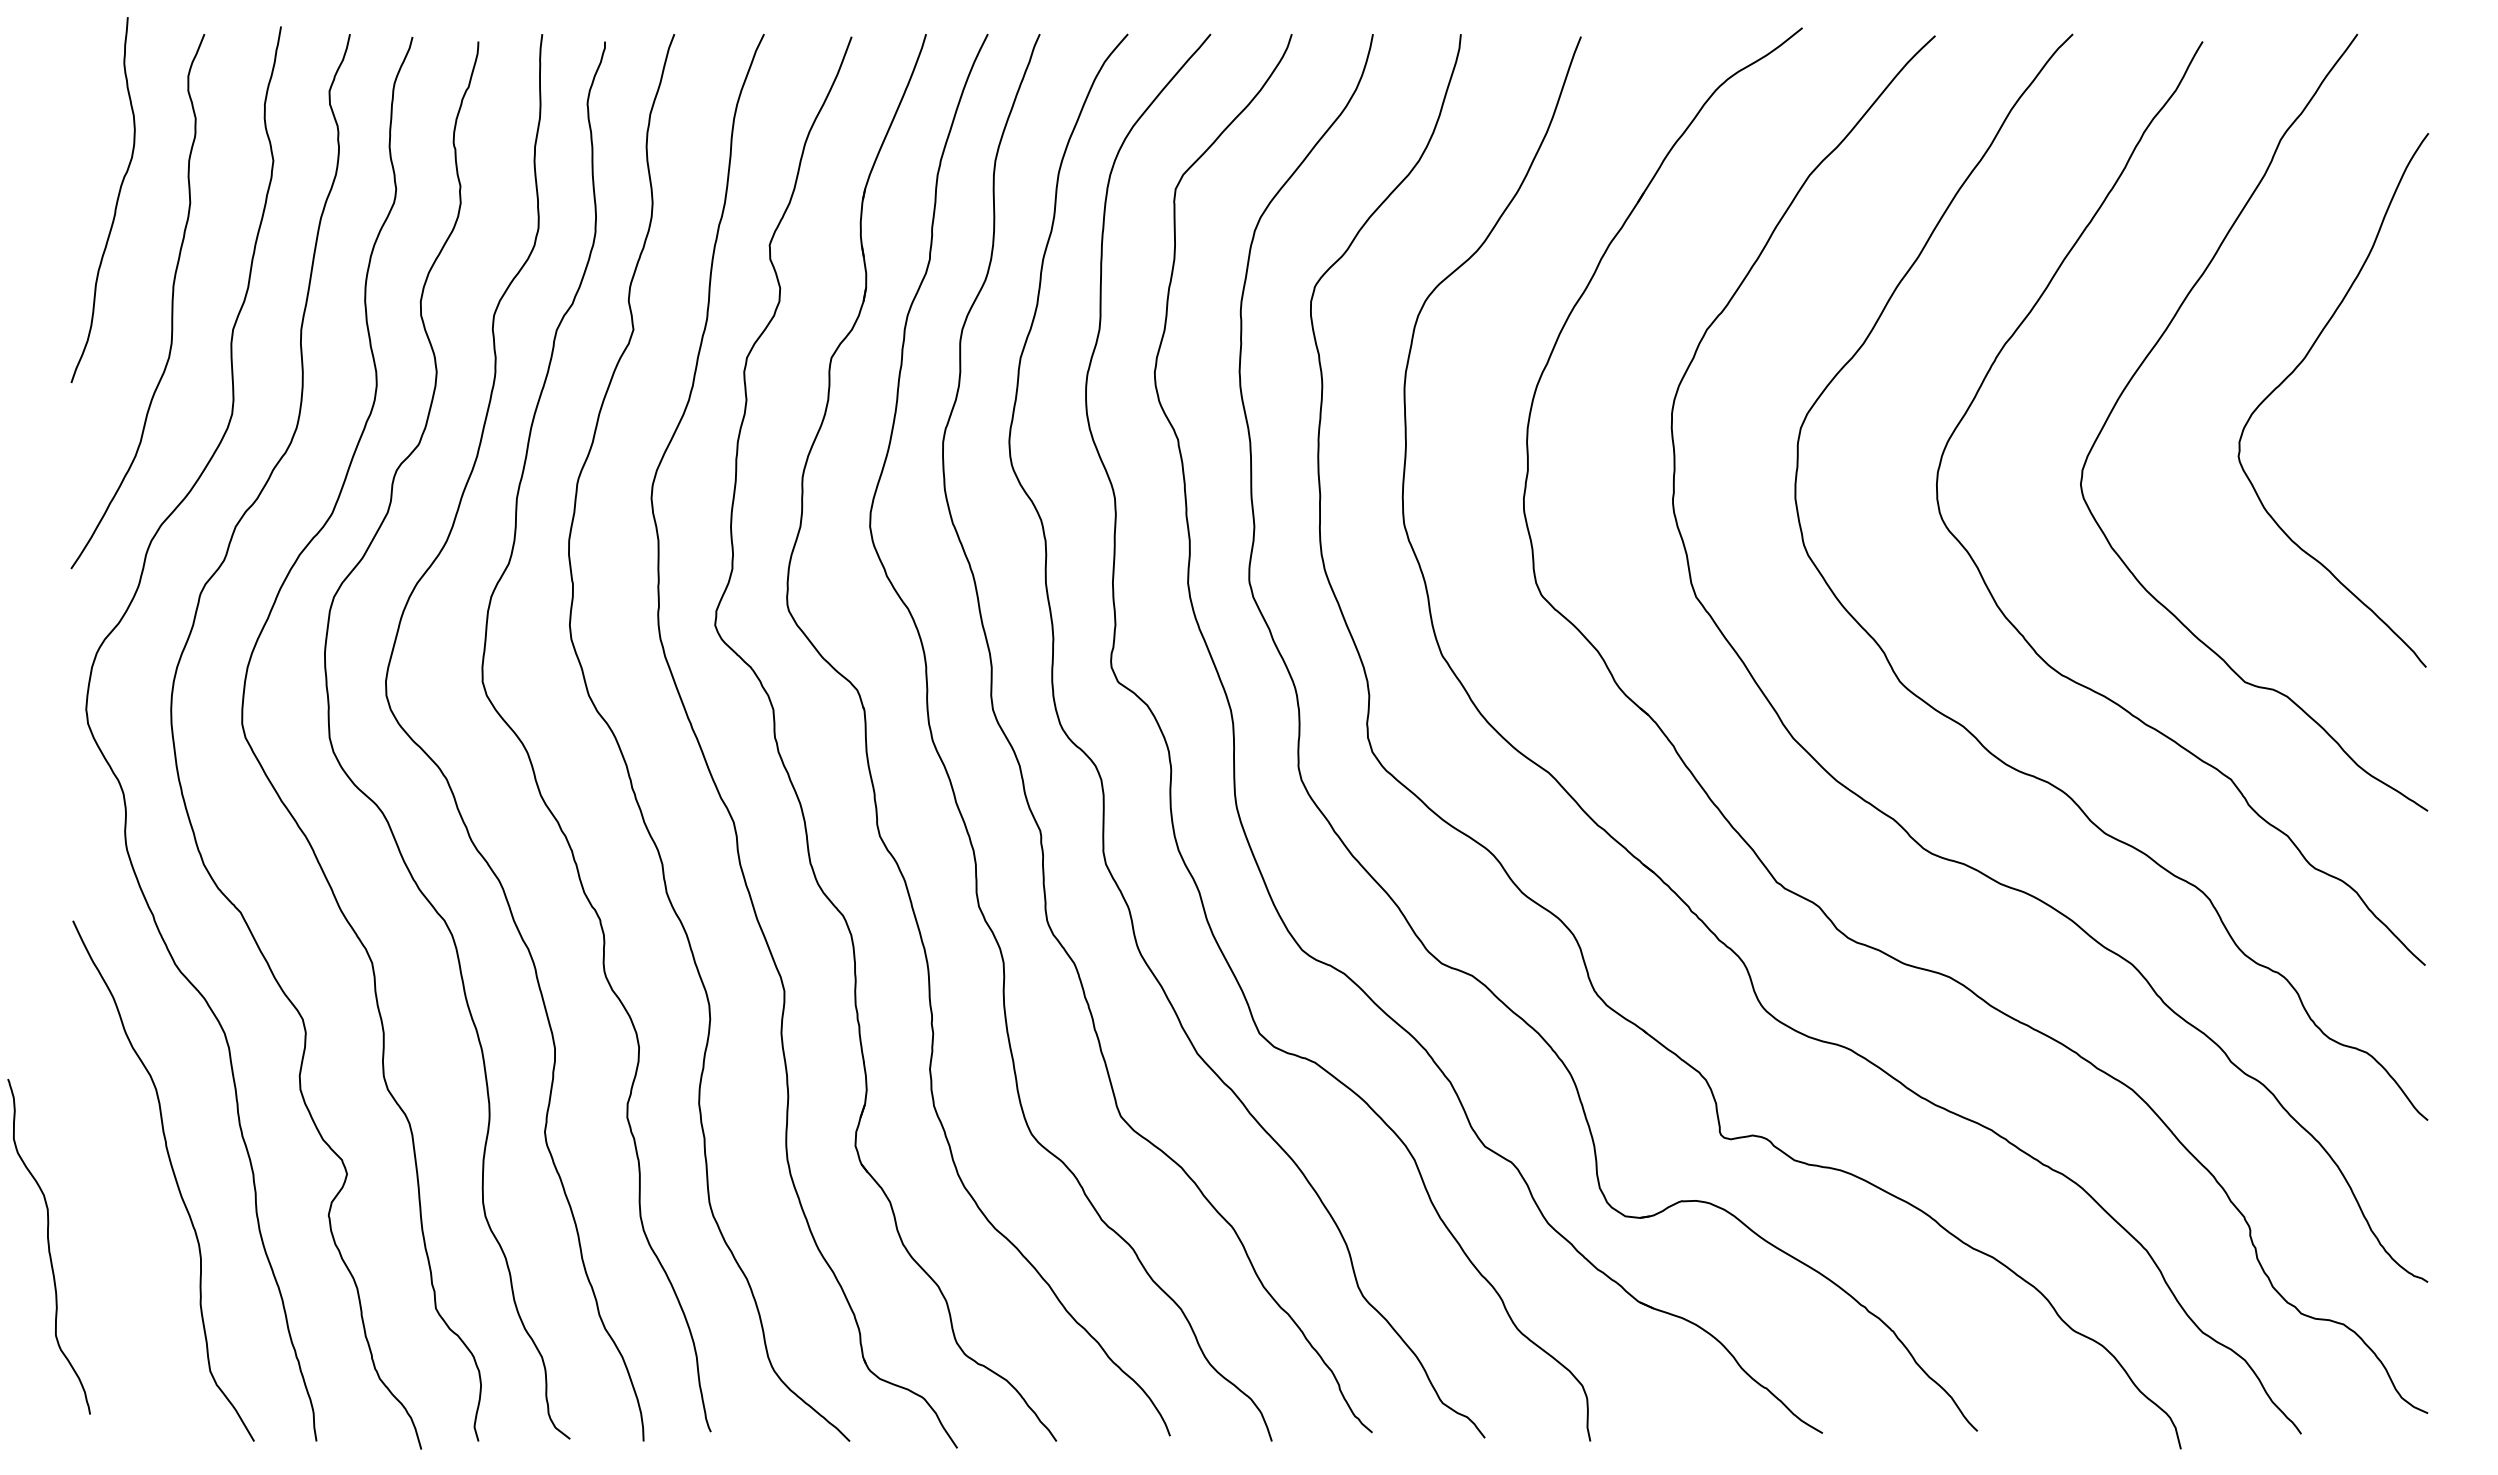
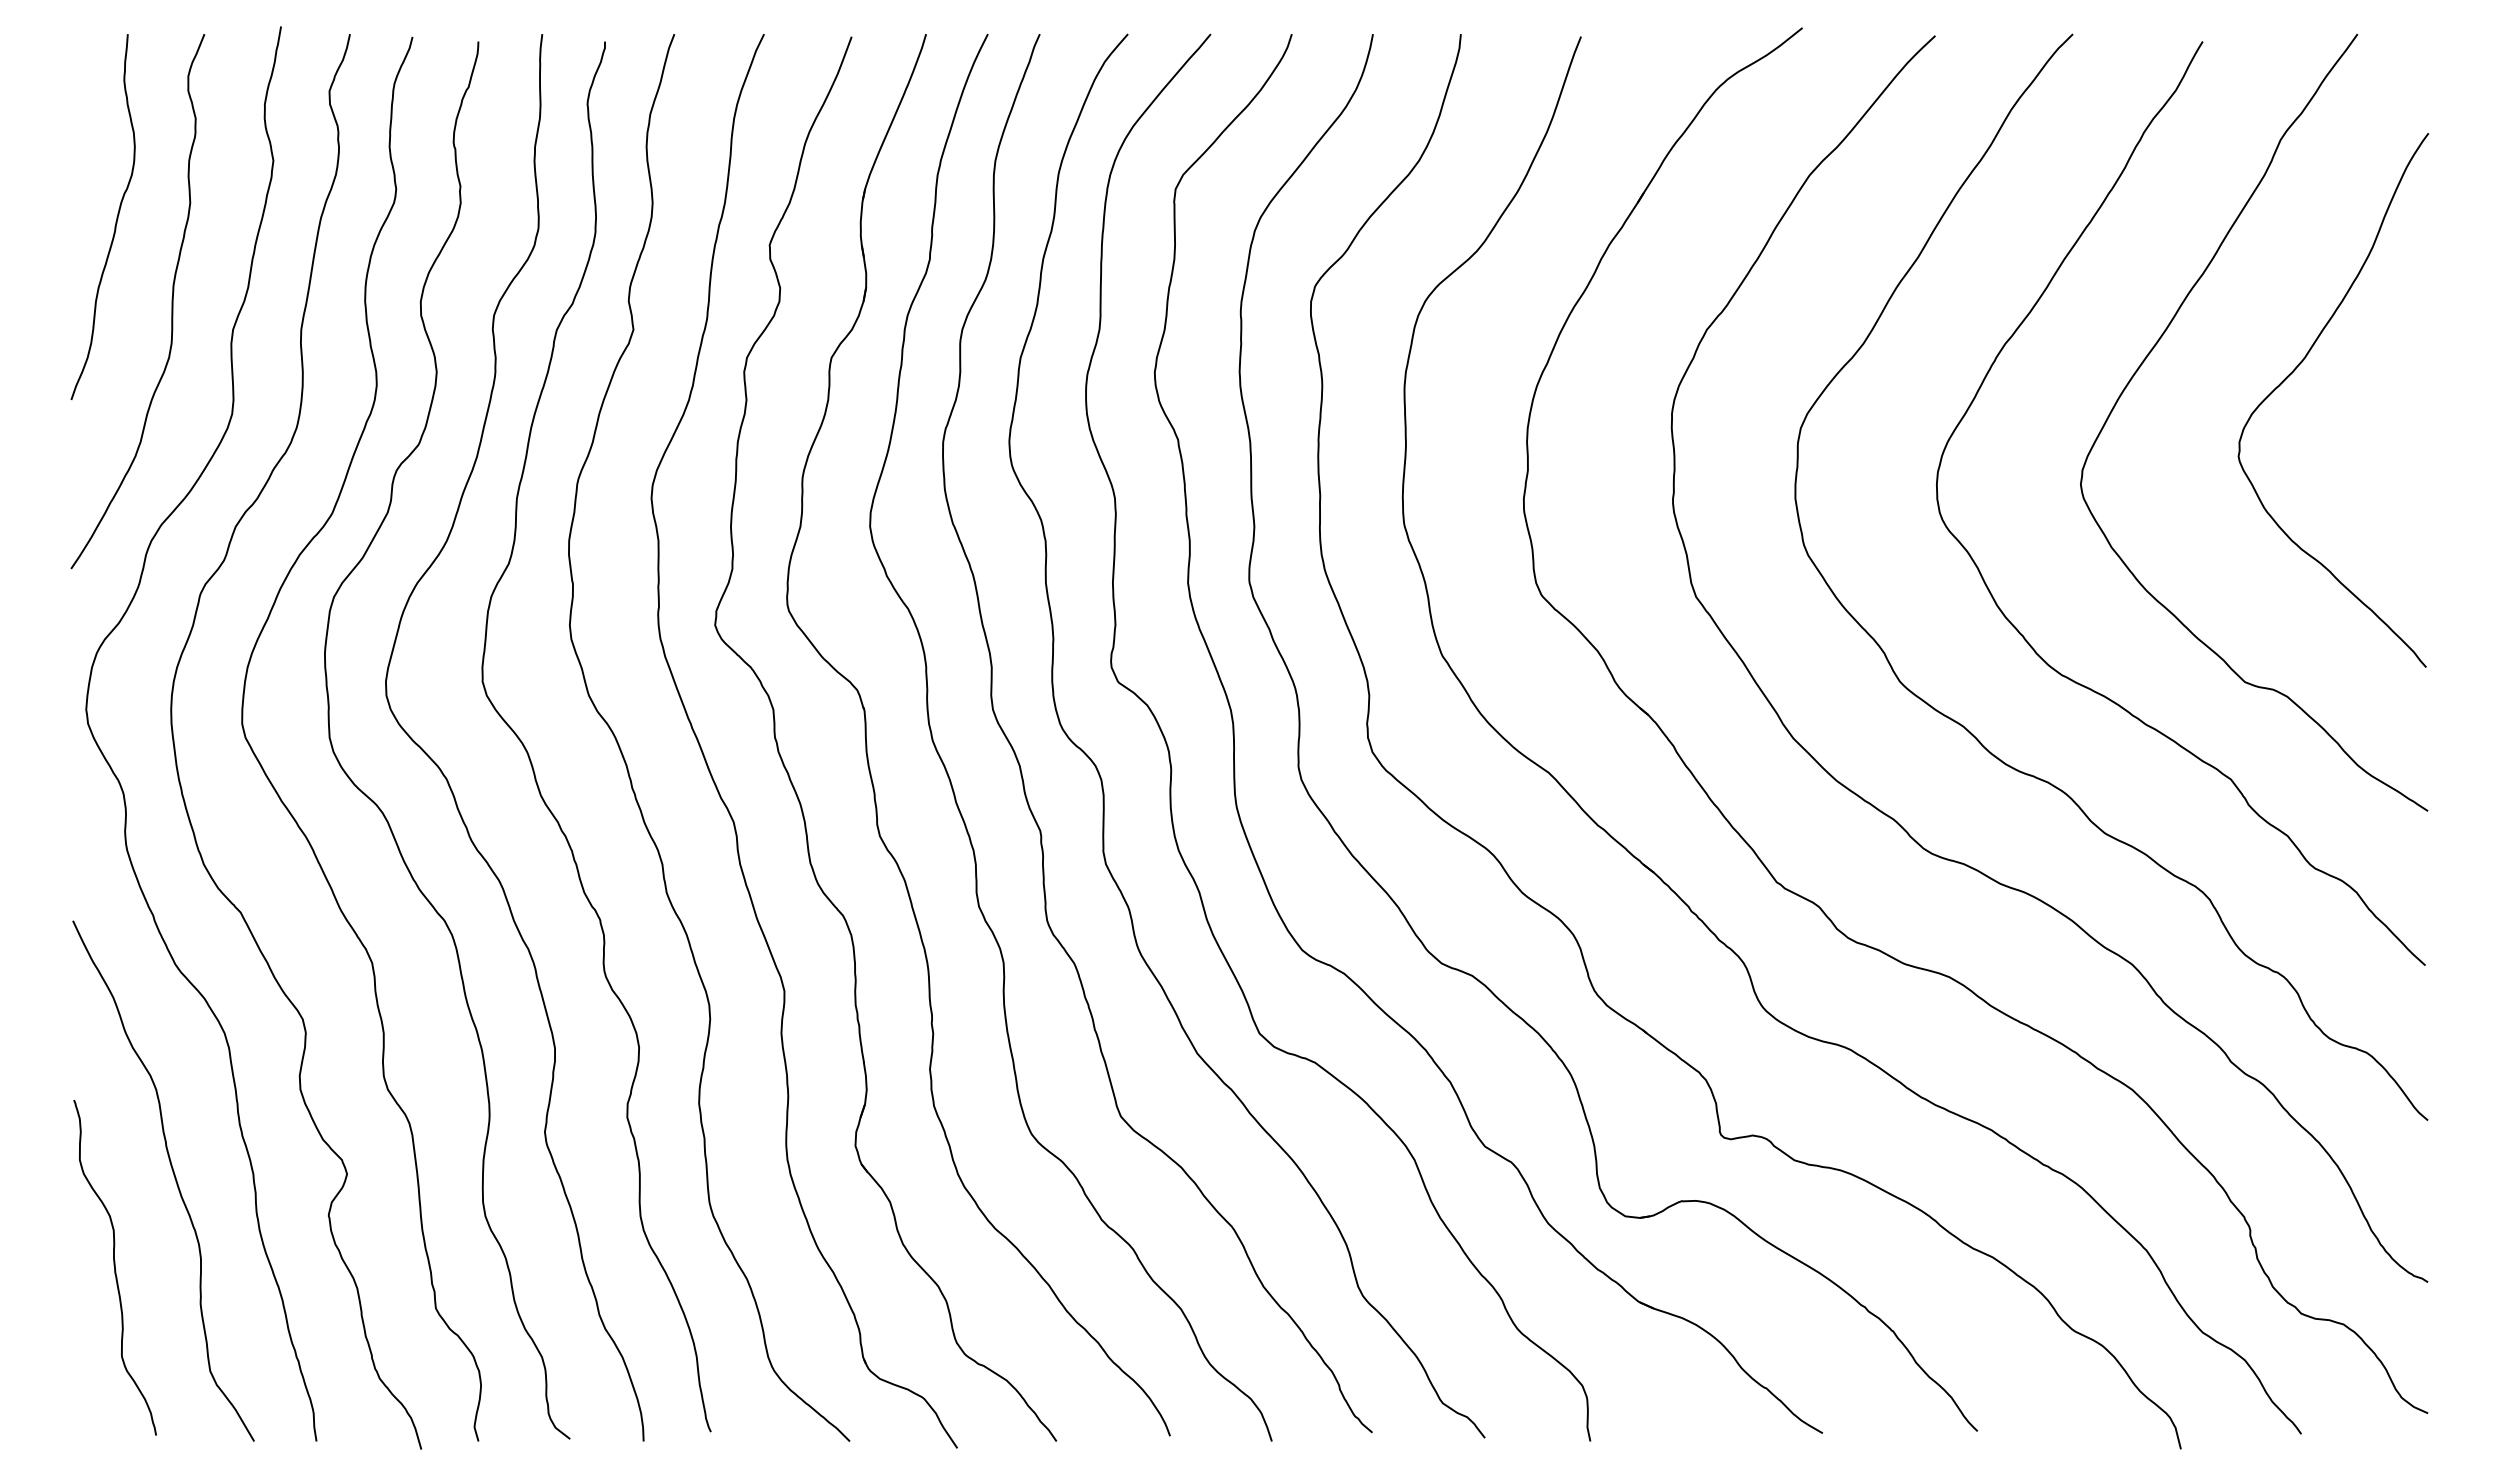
curve at (115, 204) position: (115, 204) -> (115, 221)
curve at (48, 1246) position: (48, 1246) -> (114, 1267)
